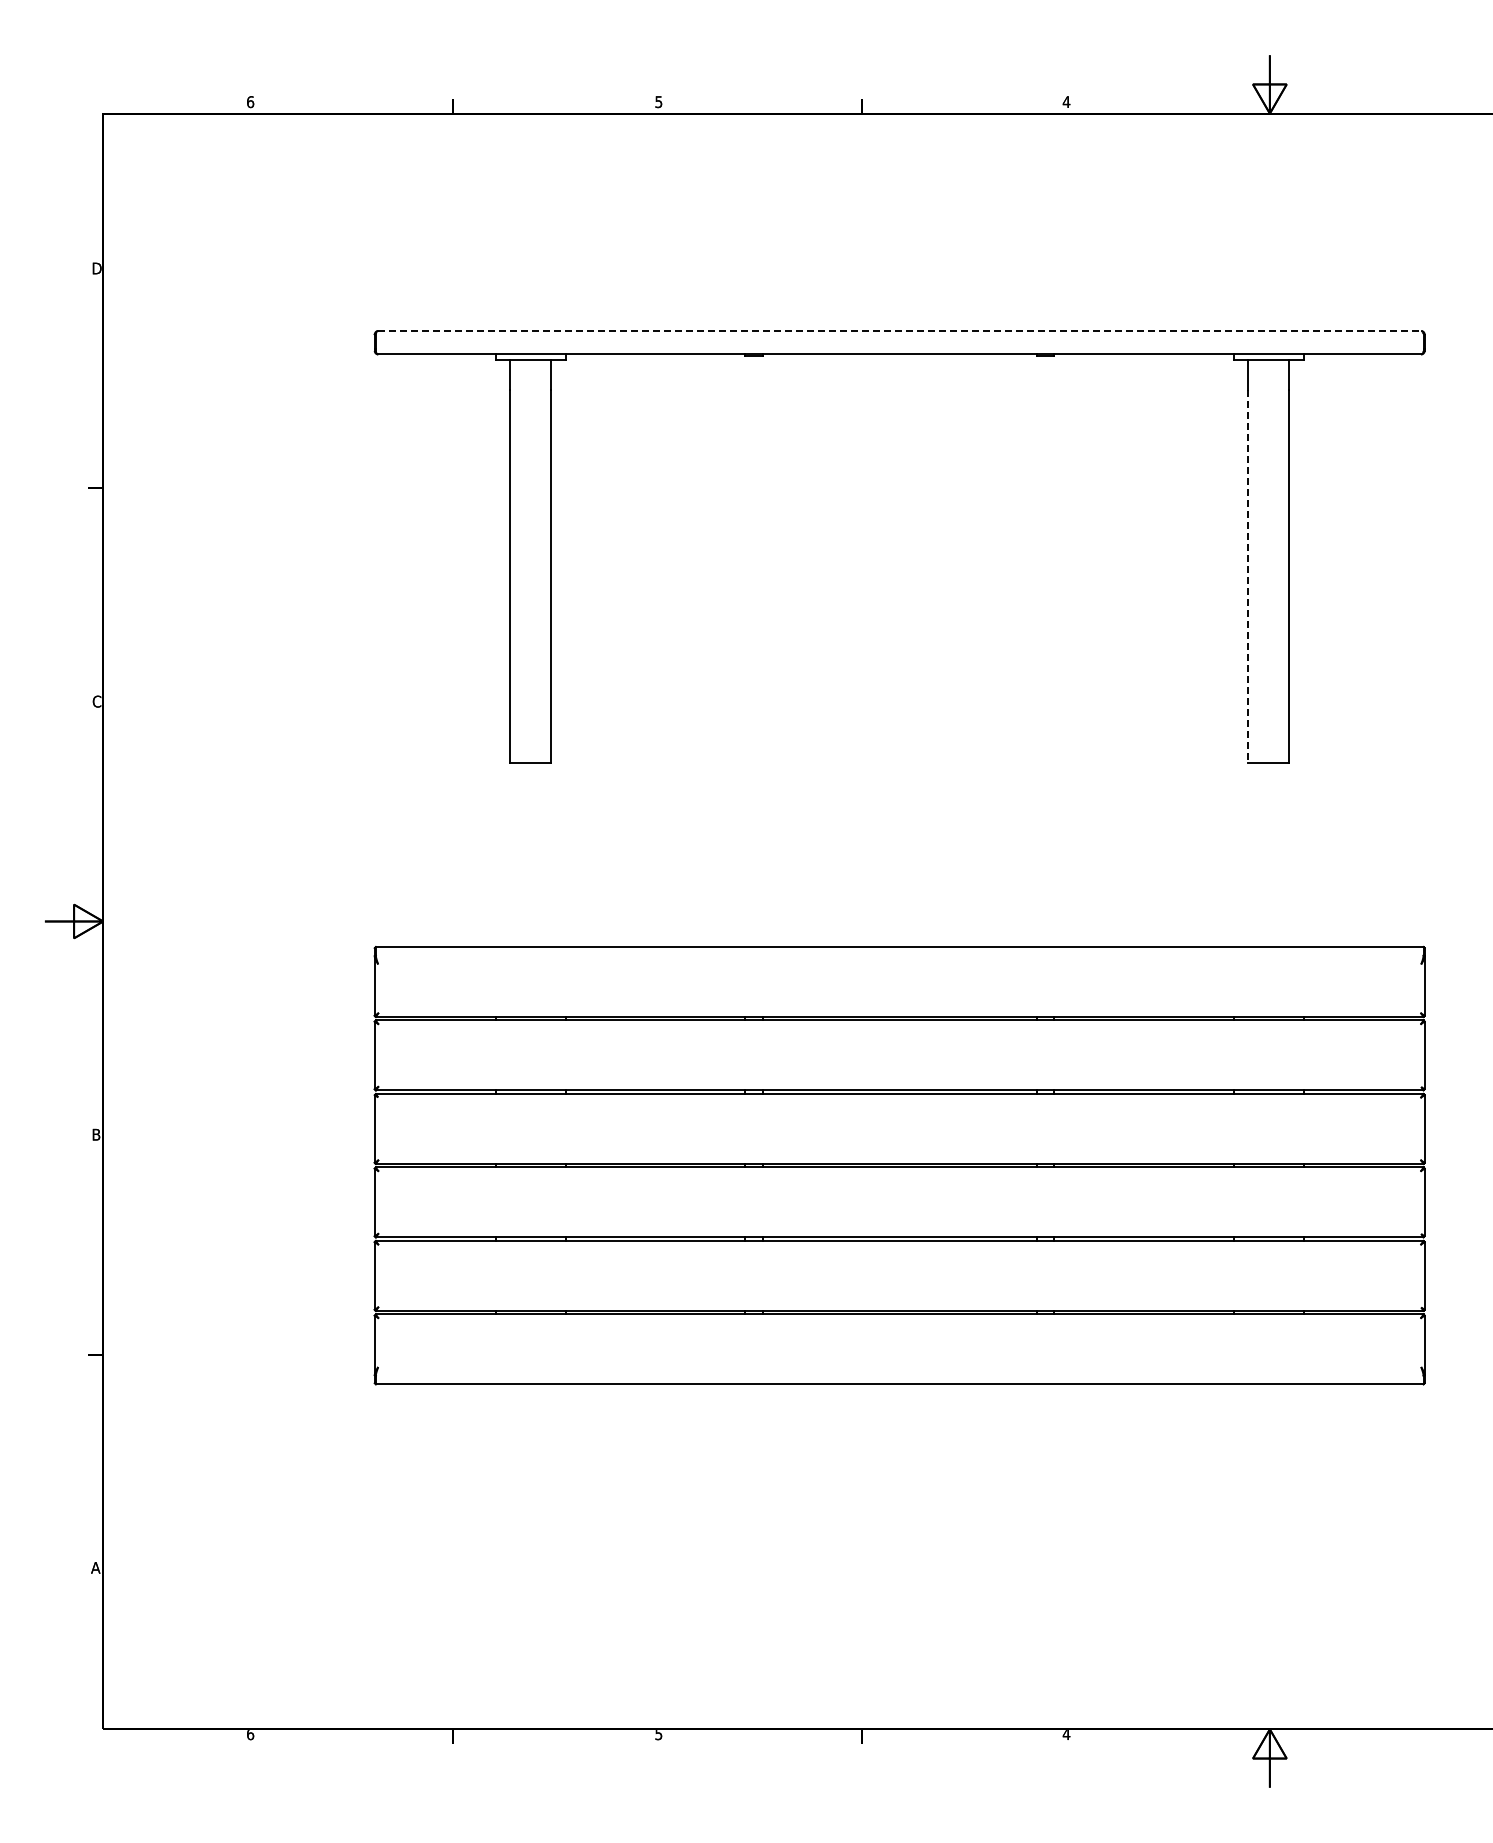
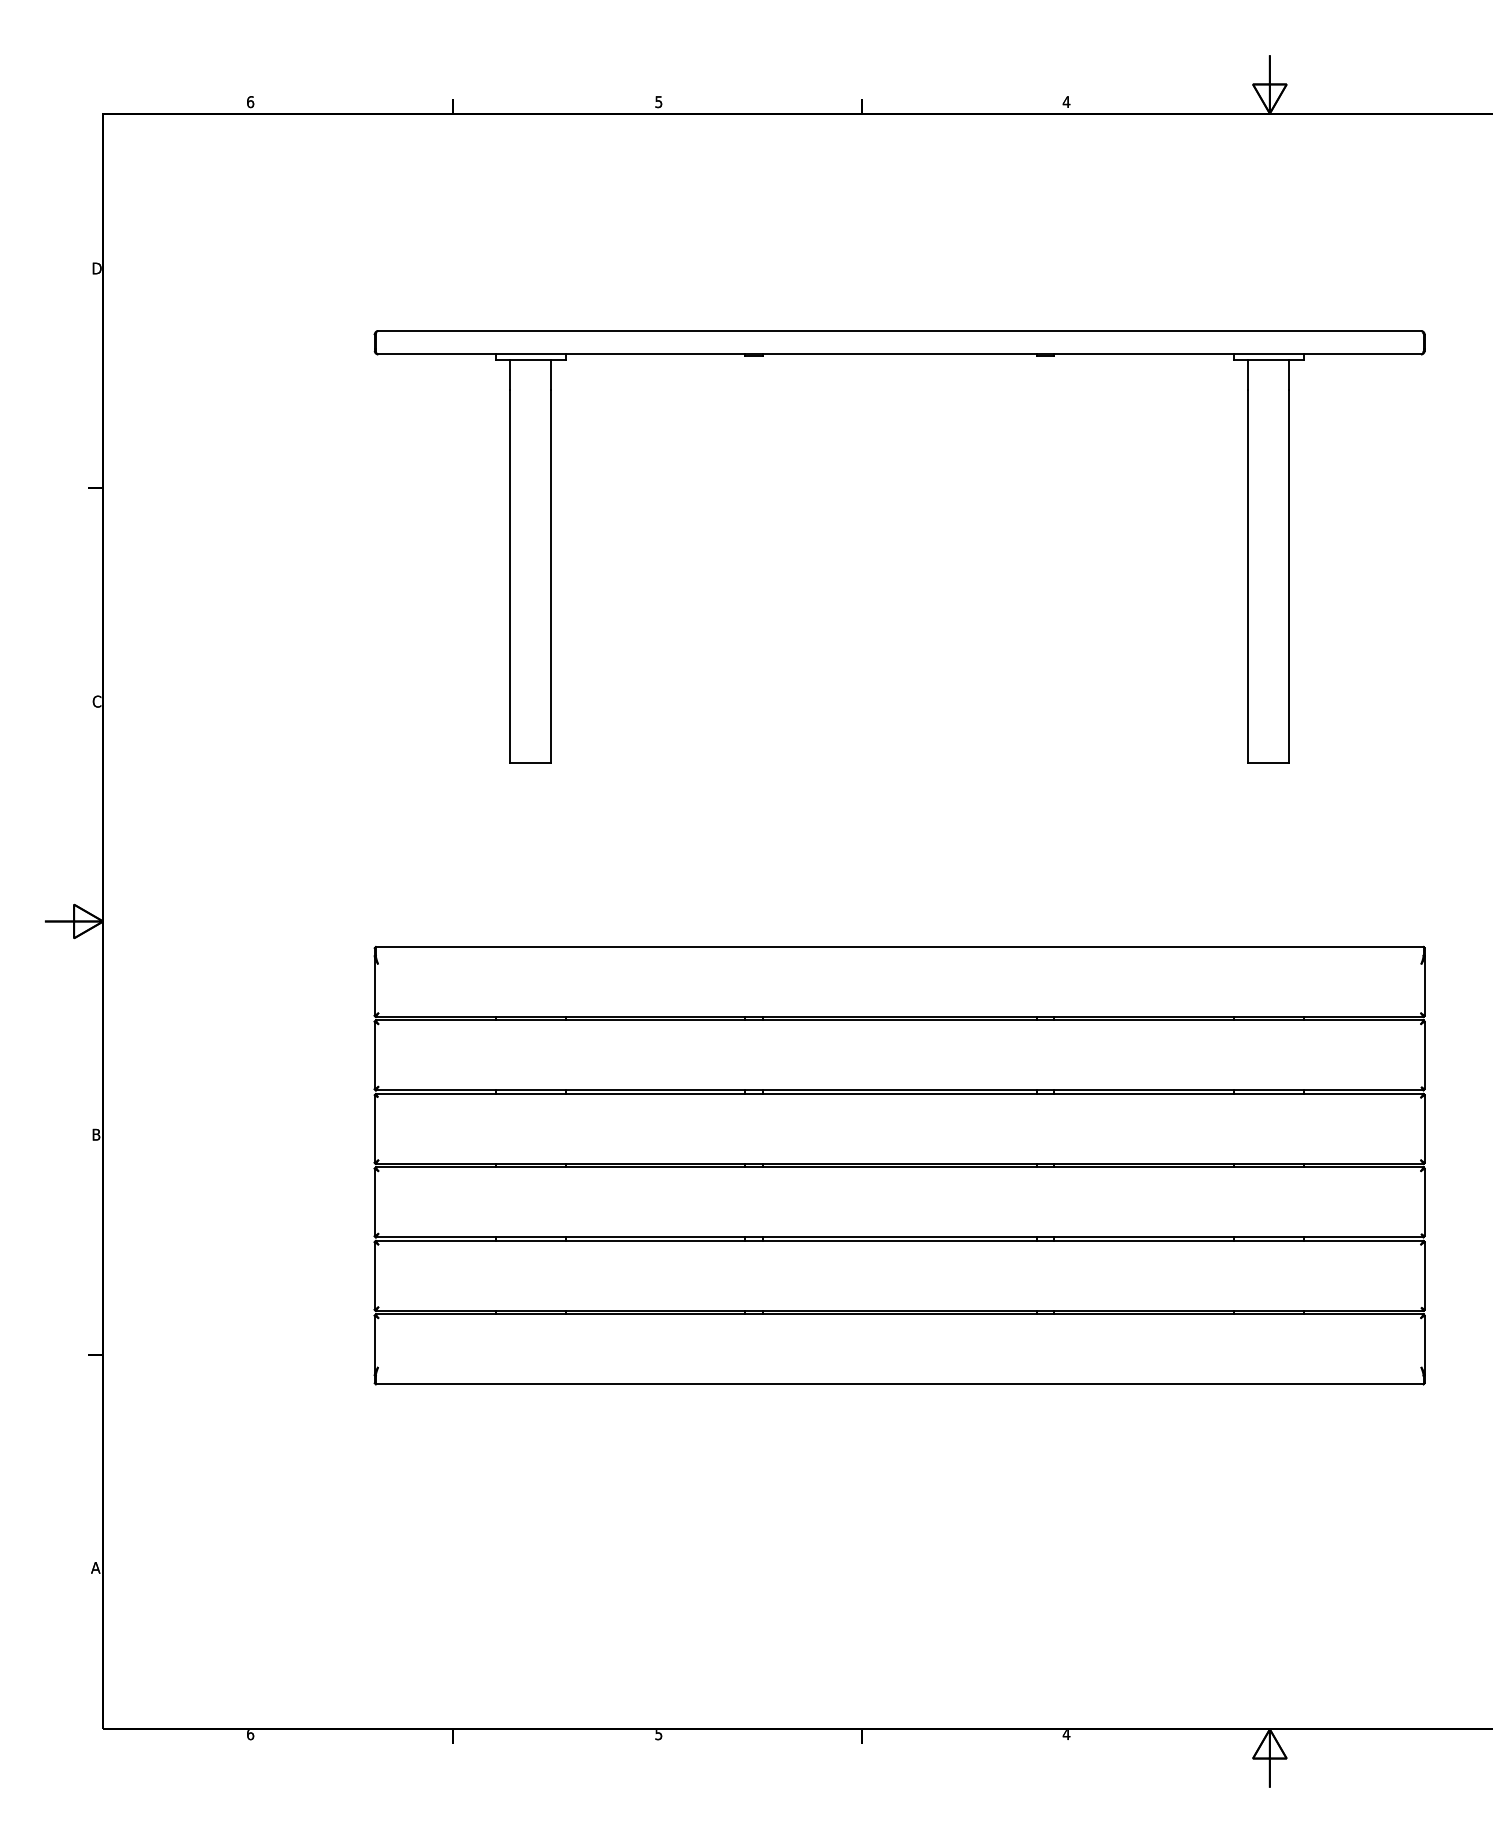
line at (900, 331): dashed -> solid
line at (1248, 576): dashed -> solid
